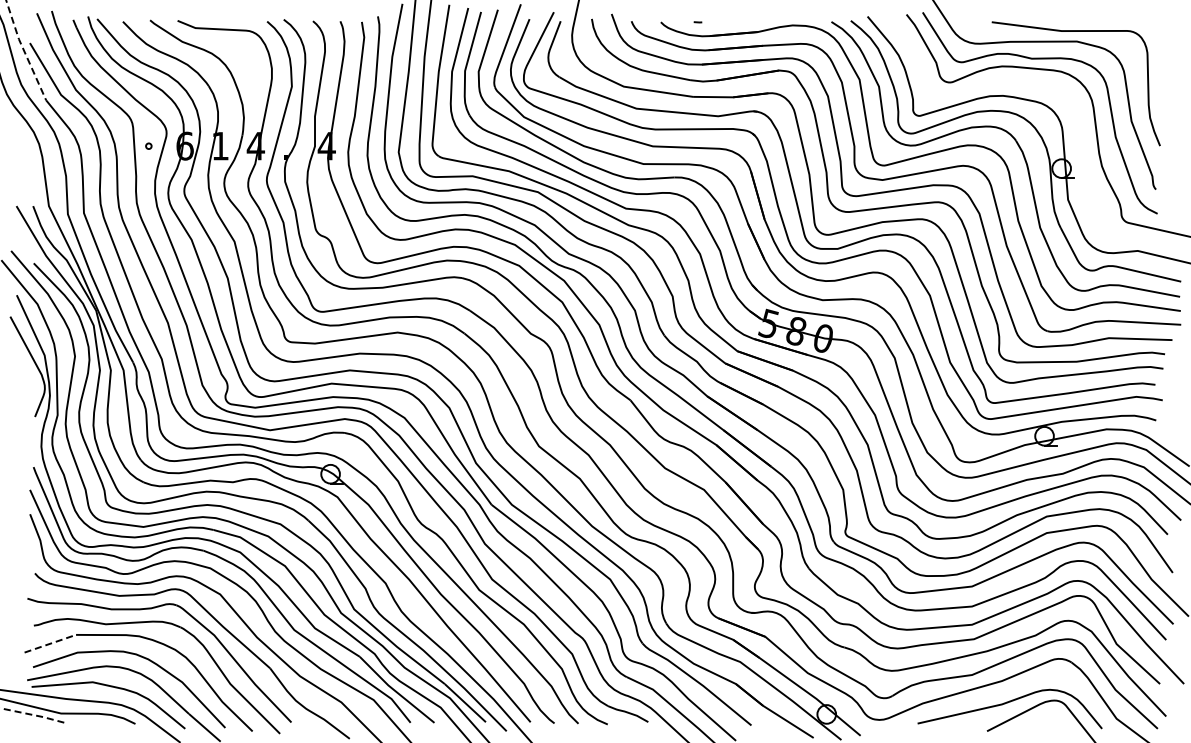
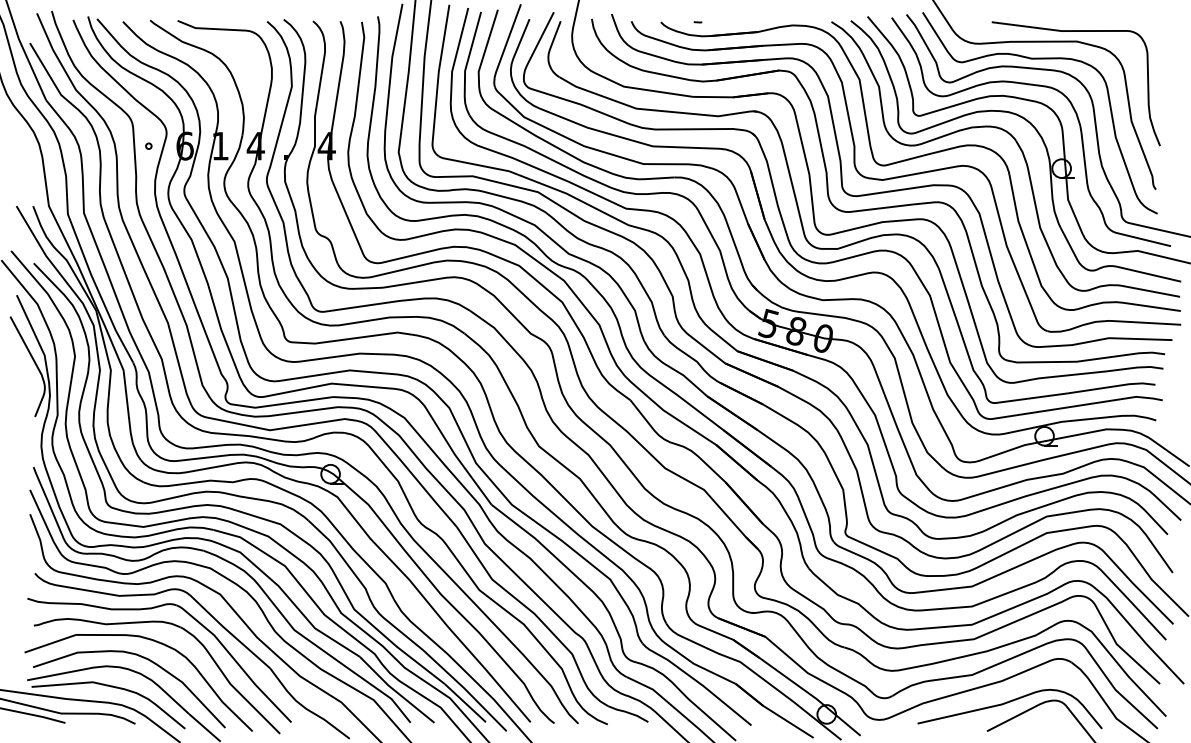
line at (24, 51): dashed -> solid
curve at (1035, 86): none -> present
line at (50, 643): dashed -> solid
line at (34, 715): dashed -> solid
